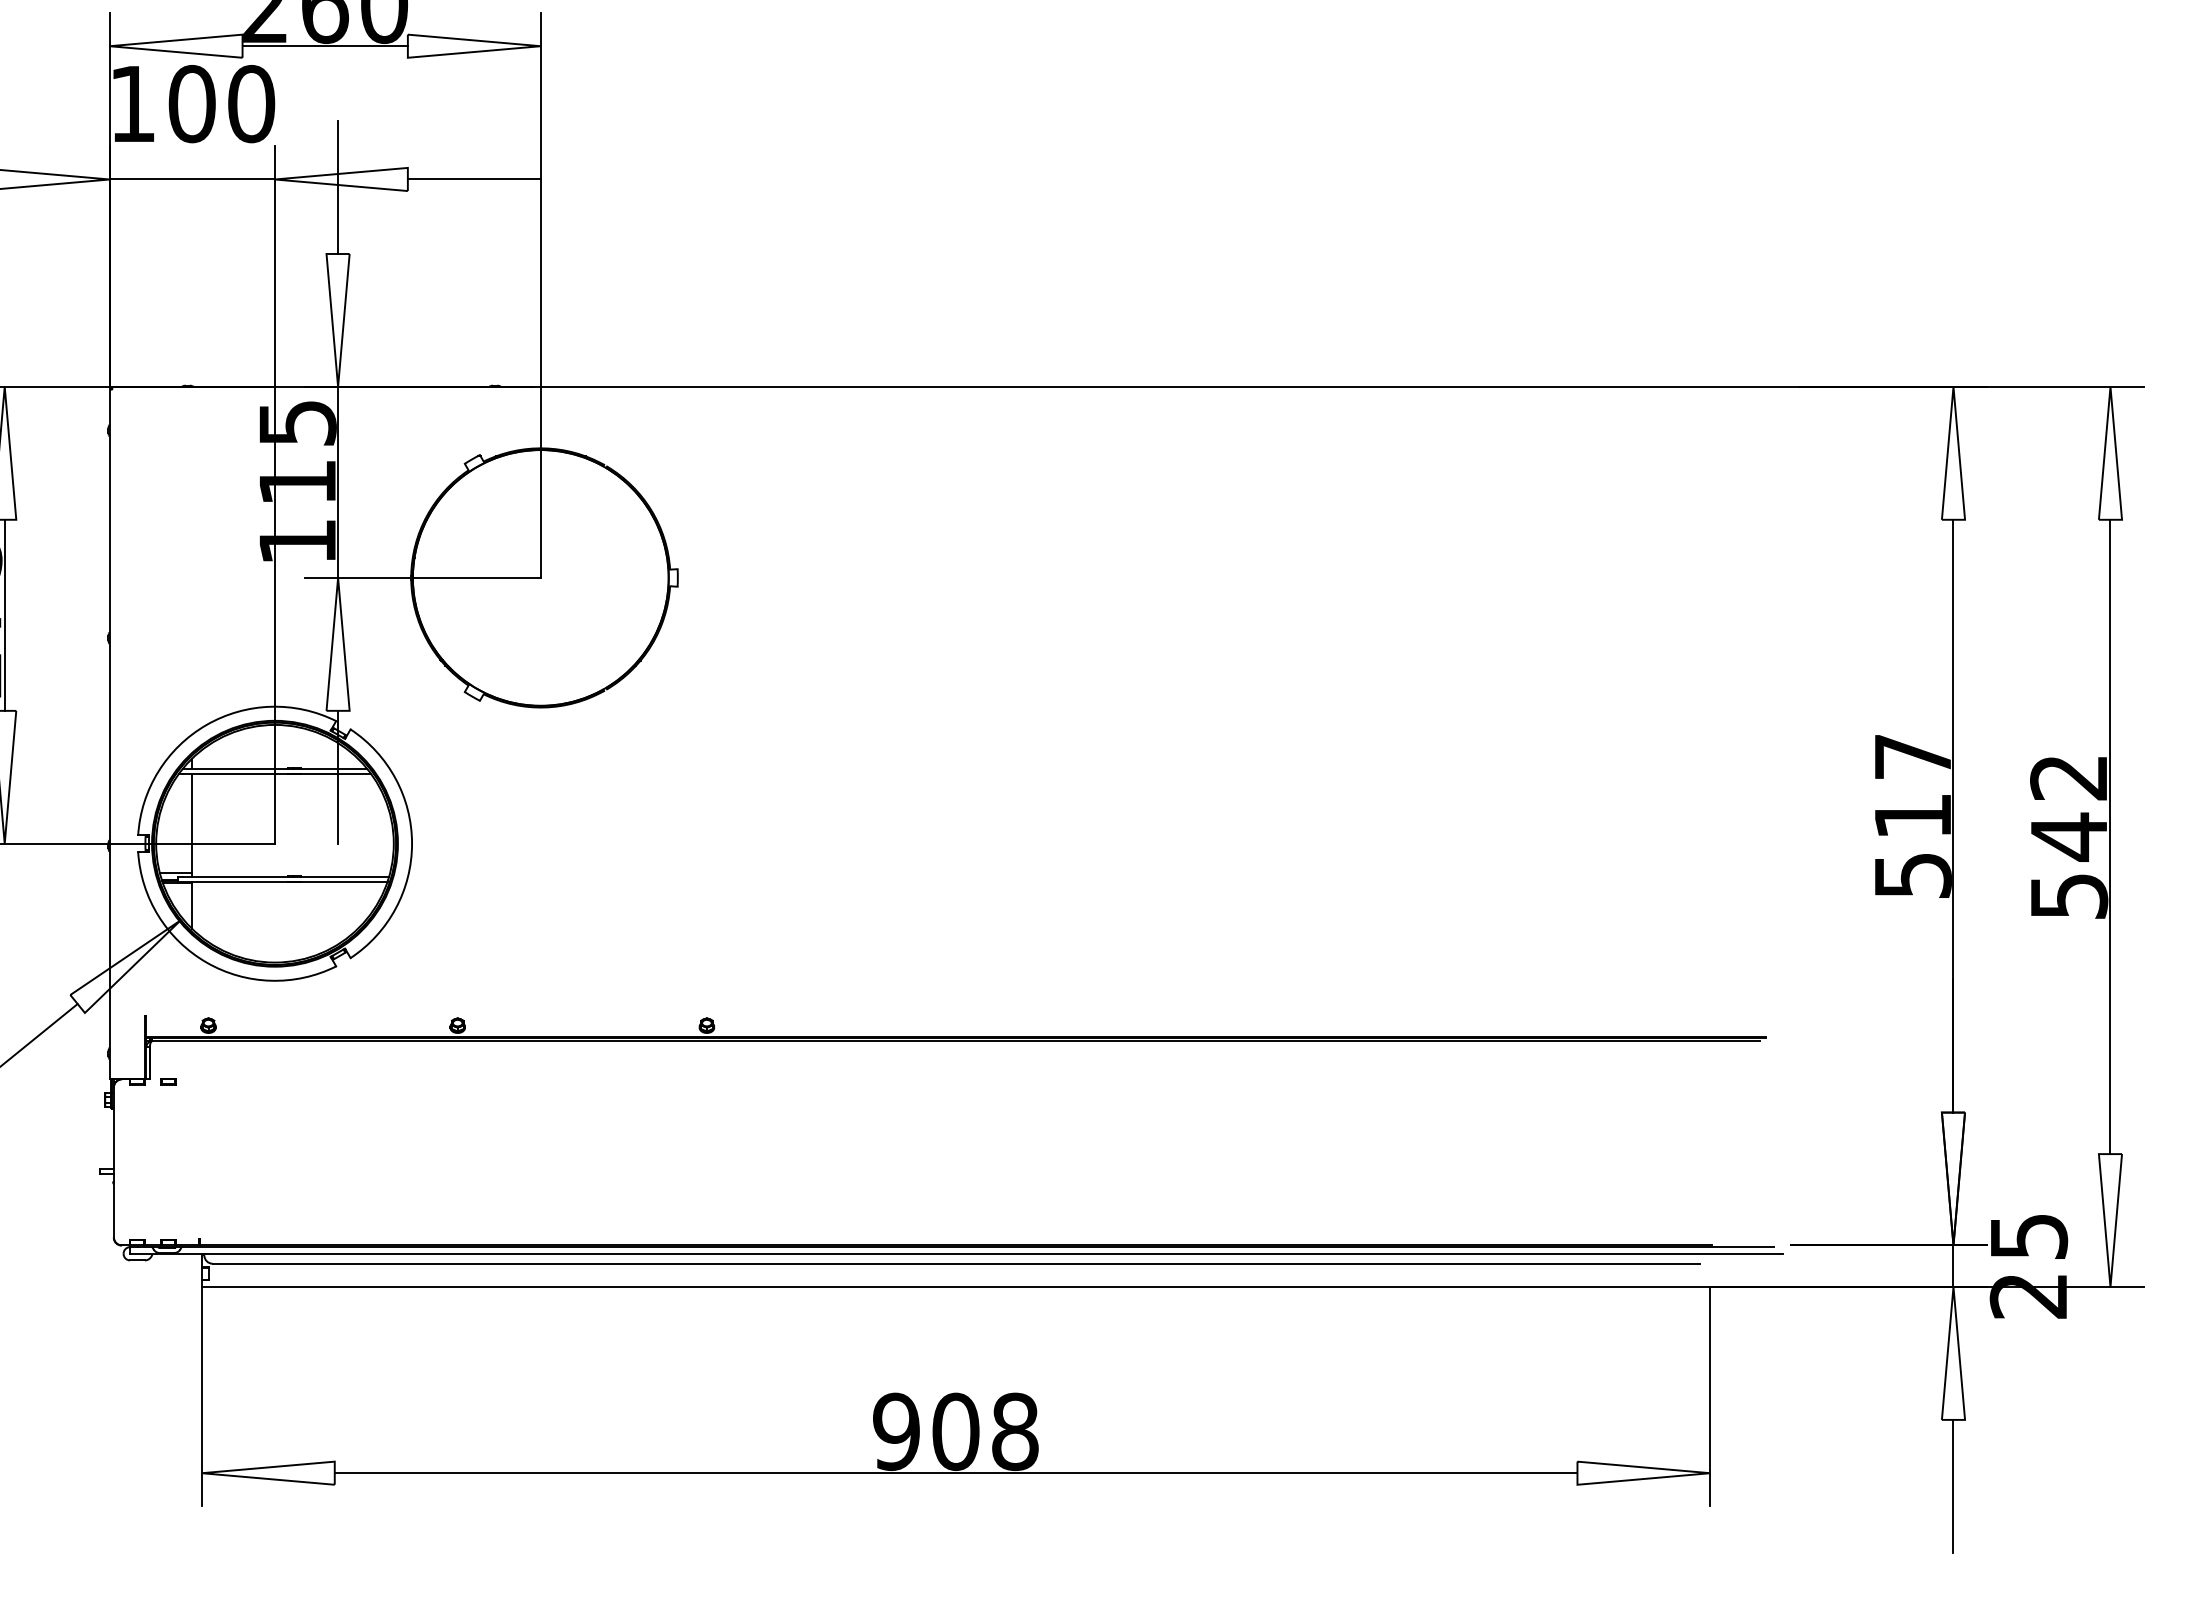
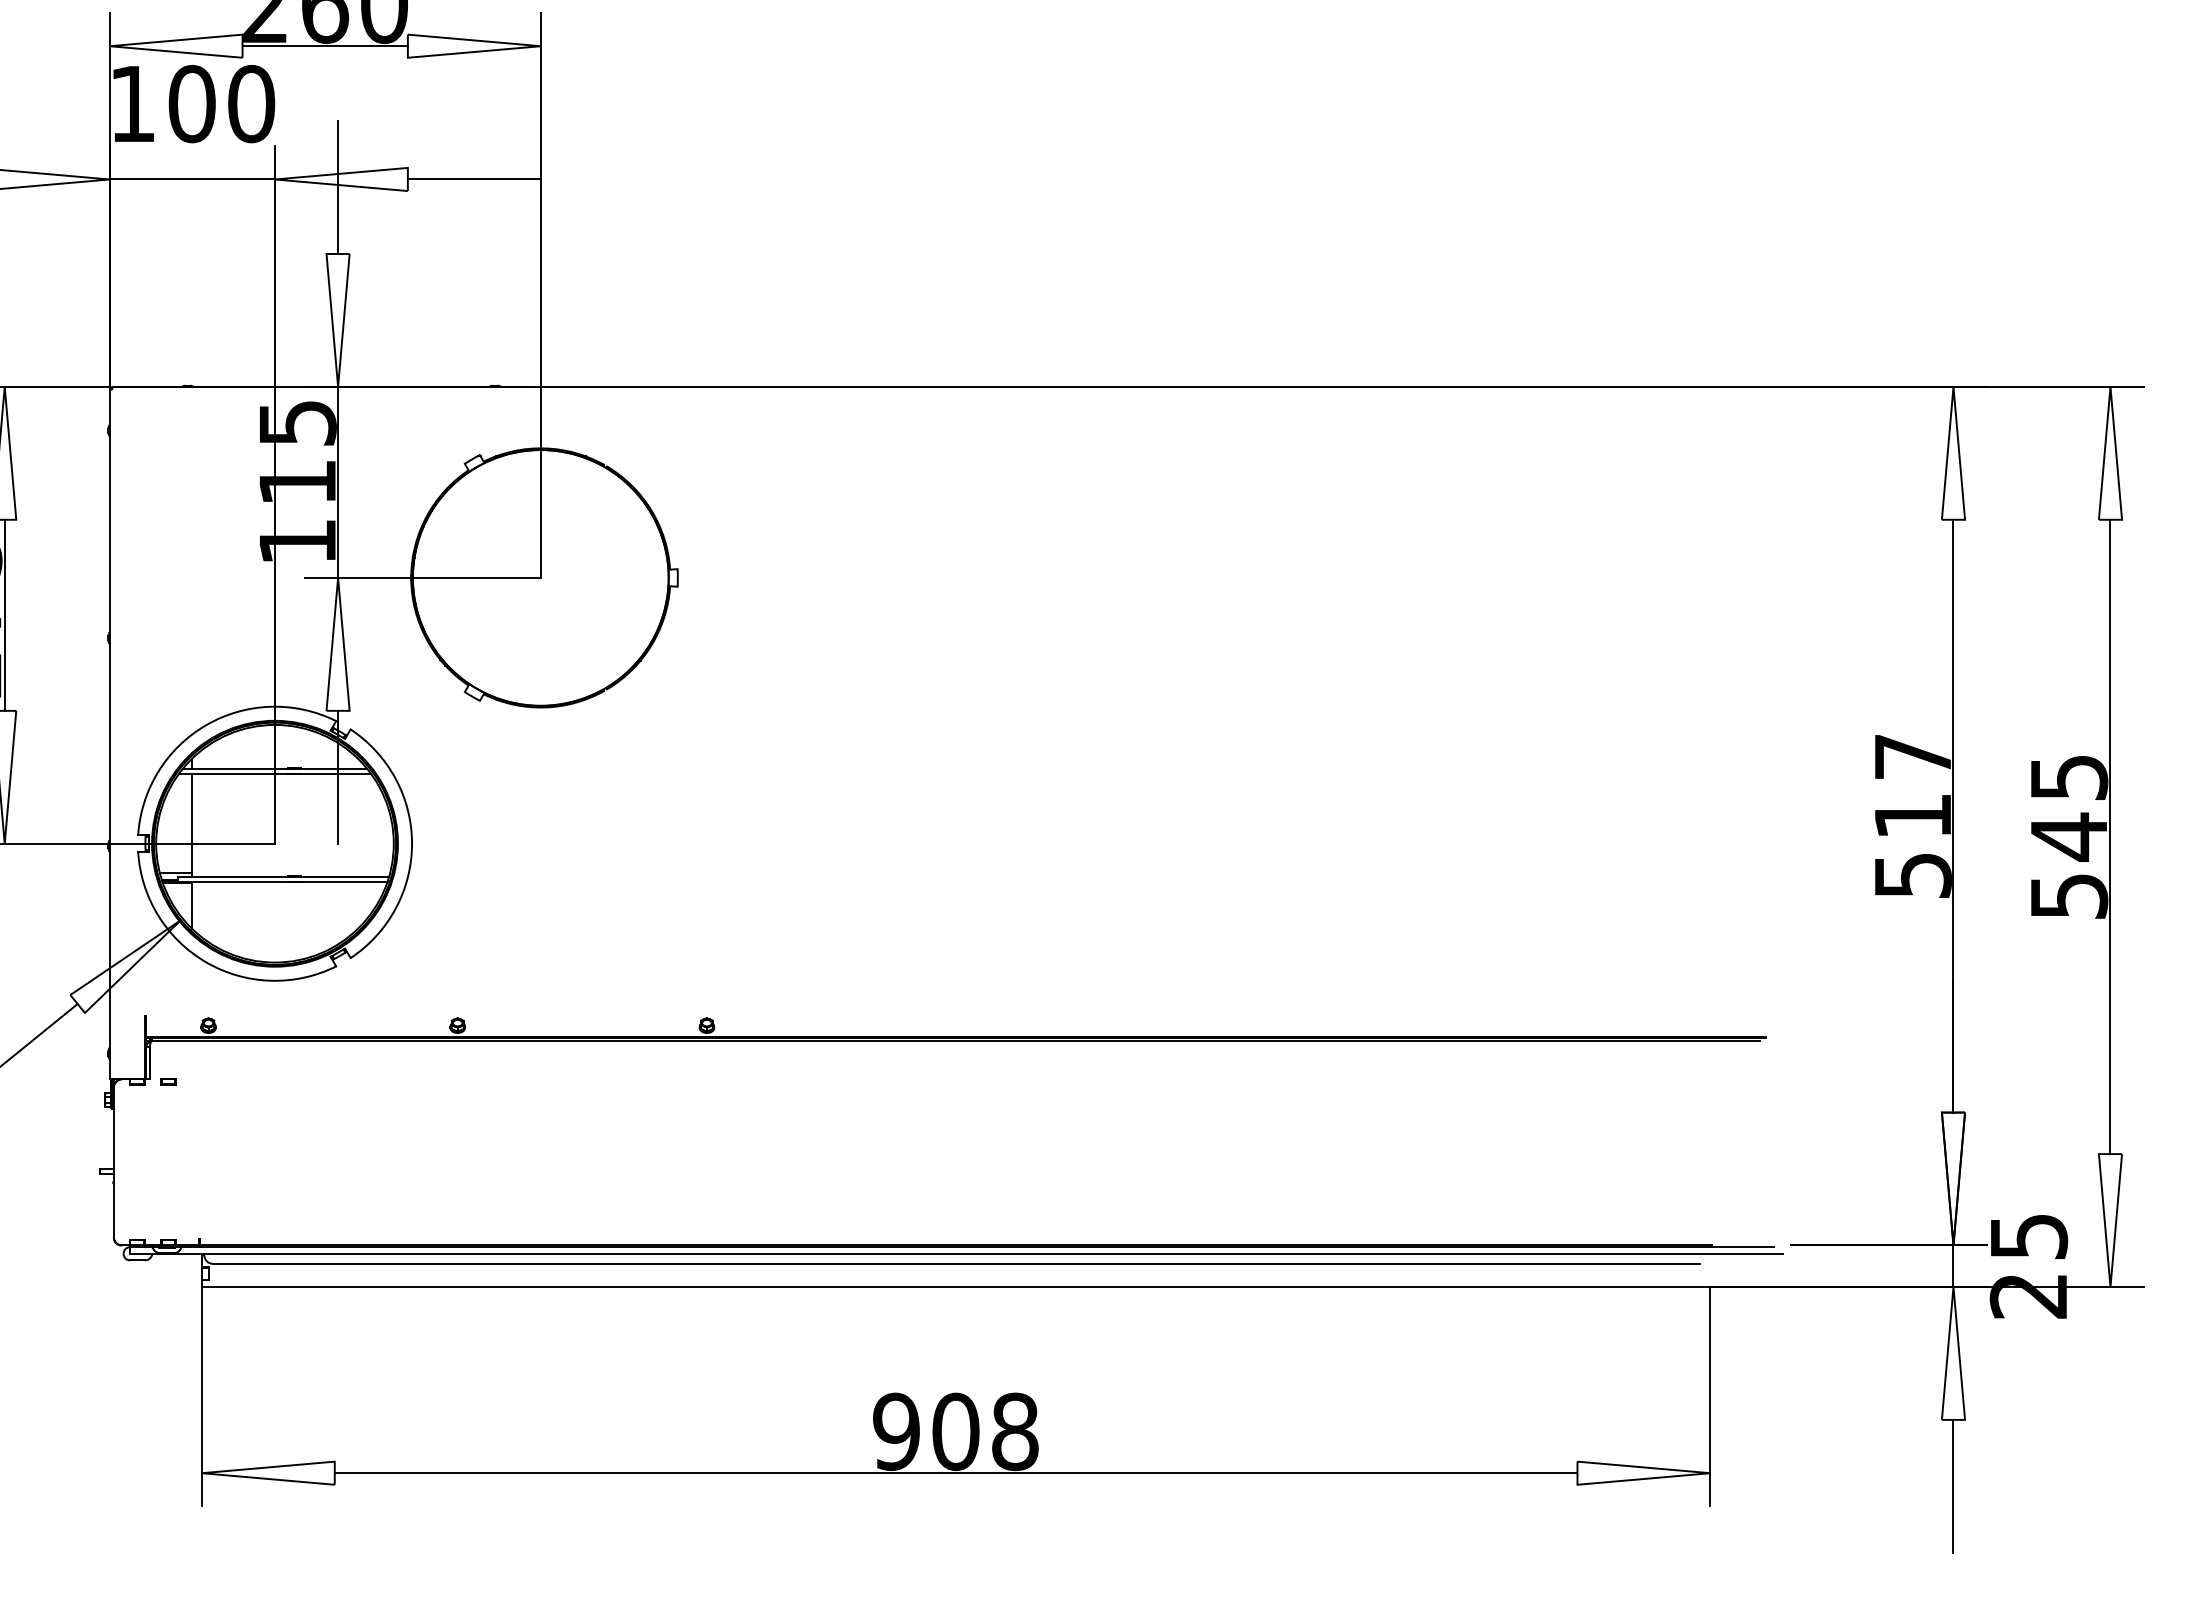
text at (2069, 778): 542 -> 545
